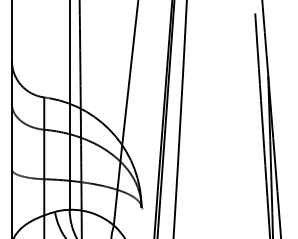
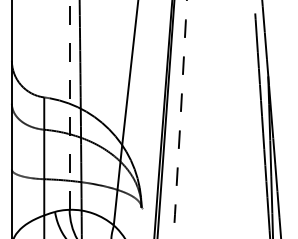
line at (69, 105): solid -> dashed
arc at (180, 118): solid -> dashed
